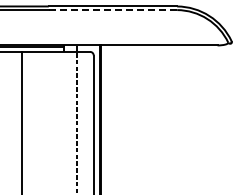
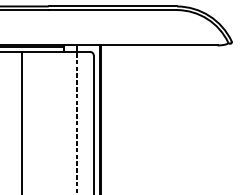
line at (112, 10): dashed -> solid
